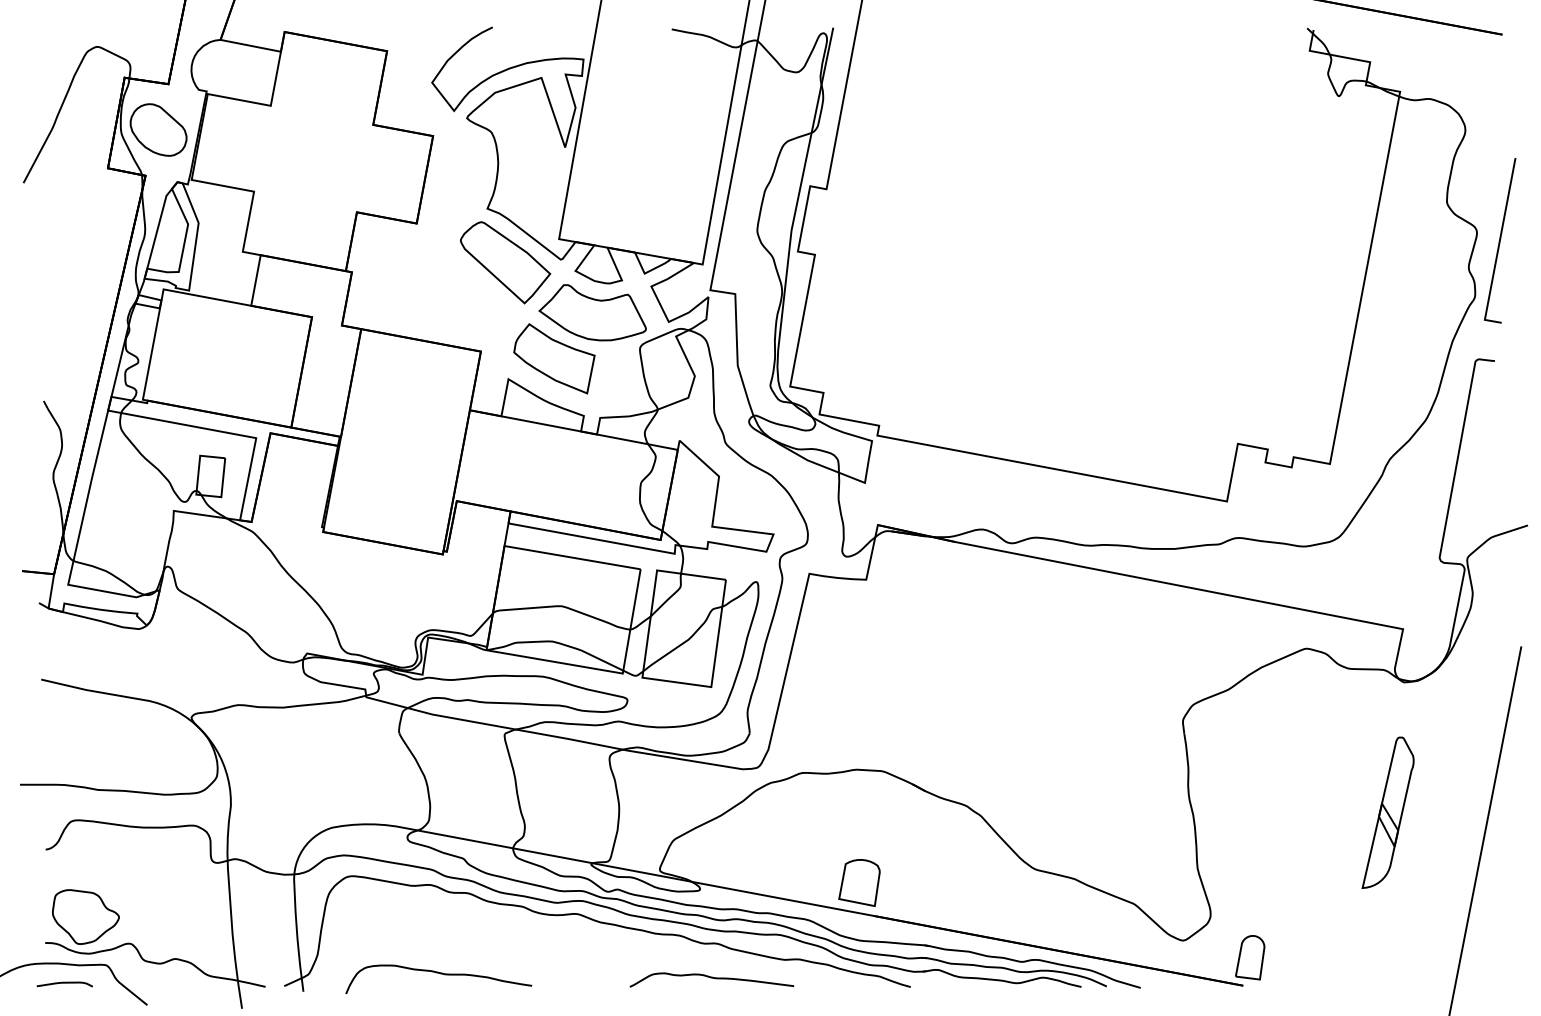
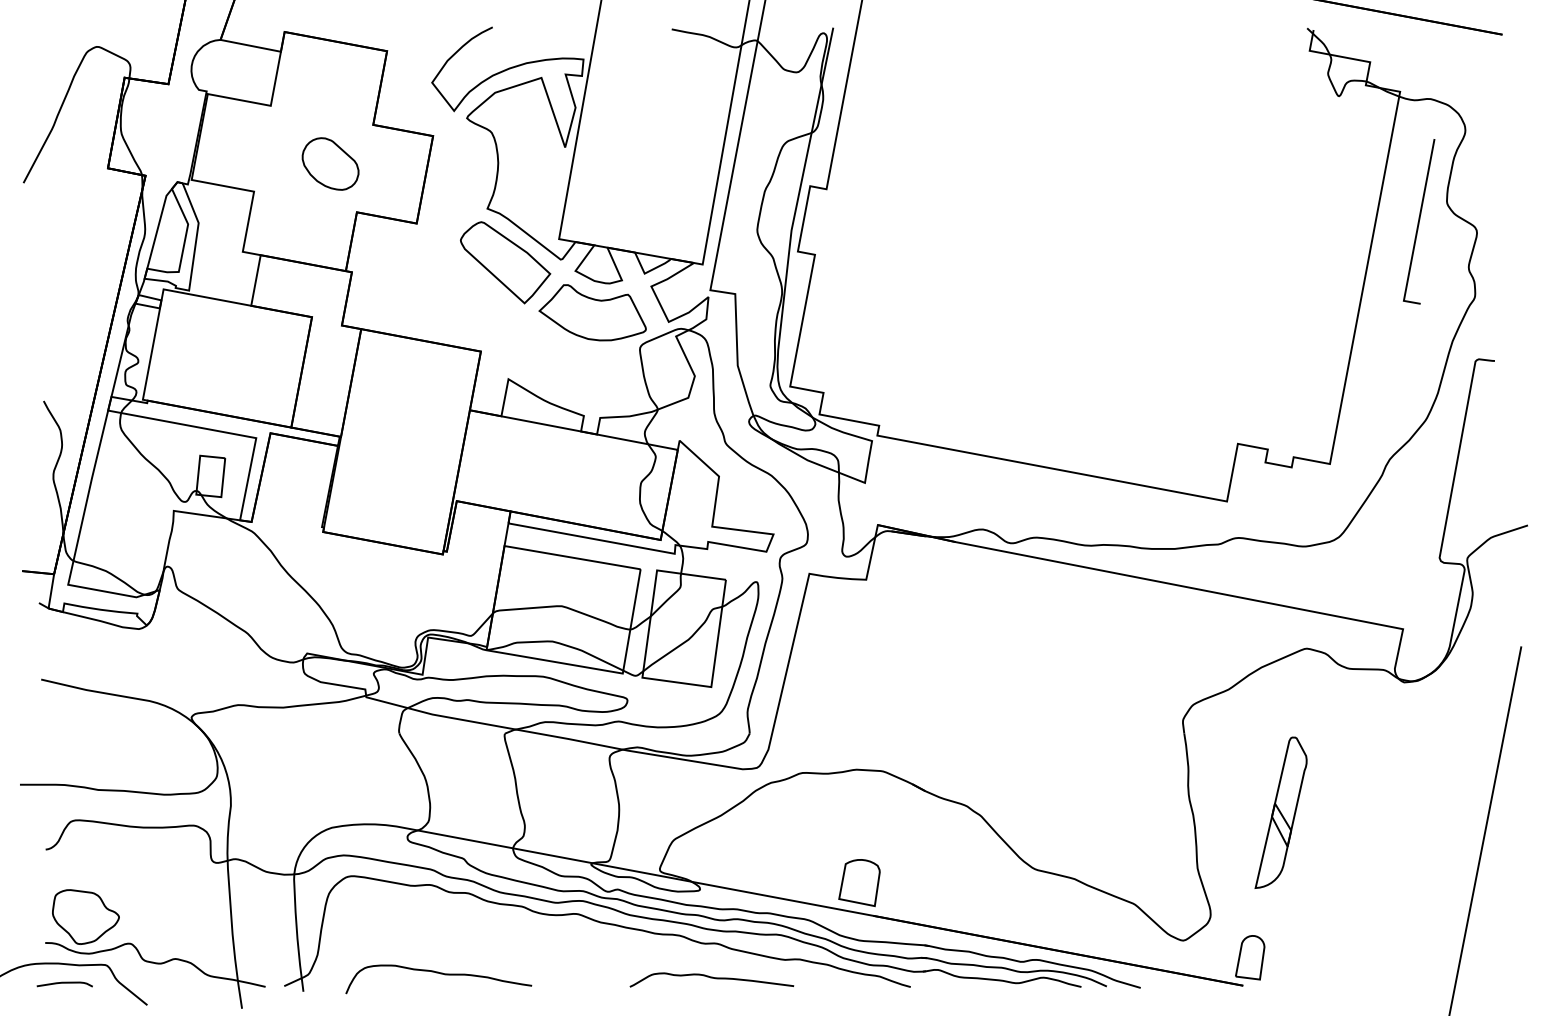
part at (158, 129) position: (158, 129) -> (330, 163)
line at (1499, 240) position: (1499, 240) -> (1418, 221)
part at (554, 358): present -> none
part at (1387, 812) position: (1387, 812) -> (1280, 812)
